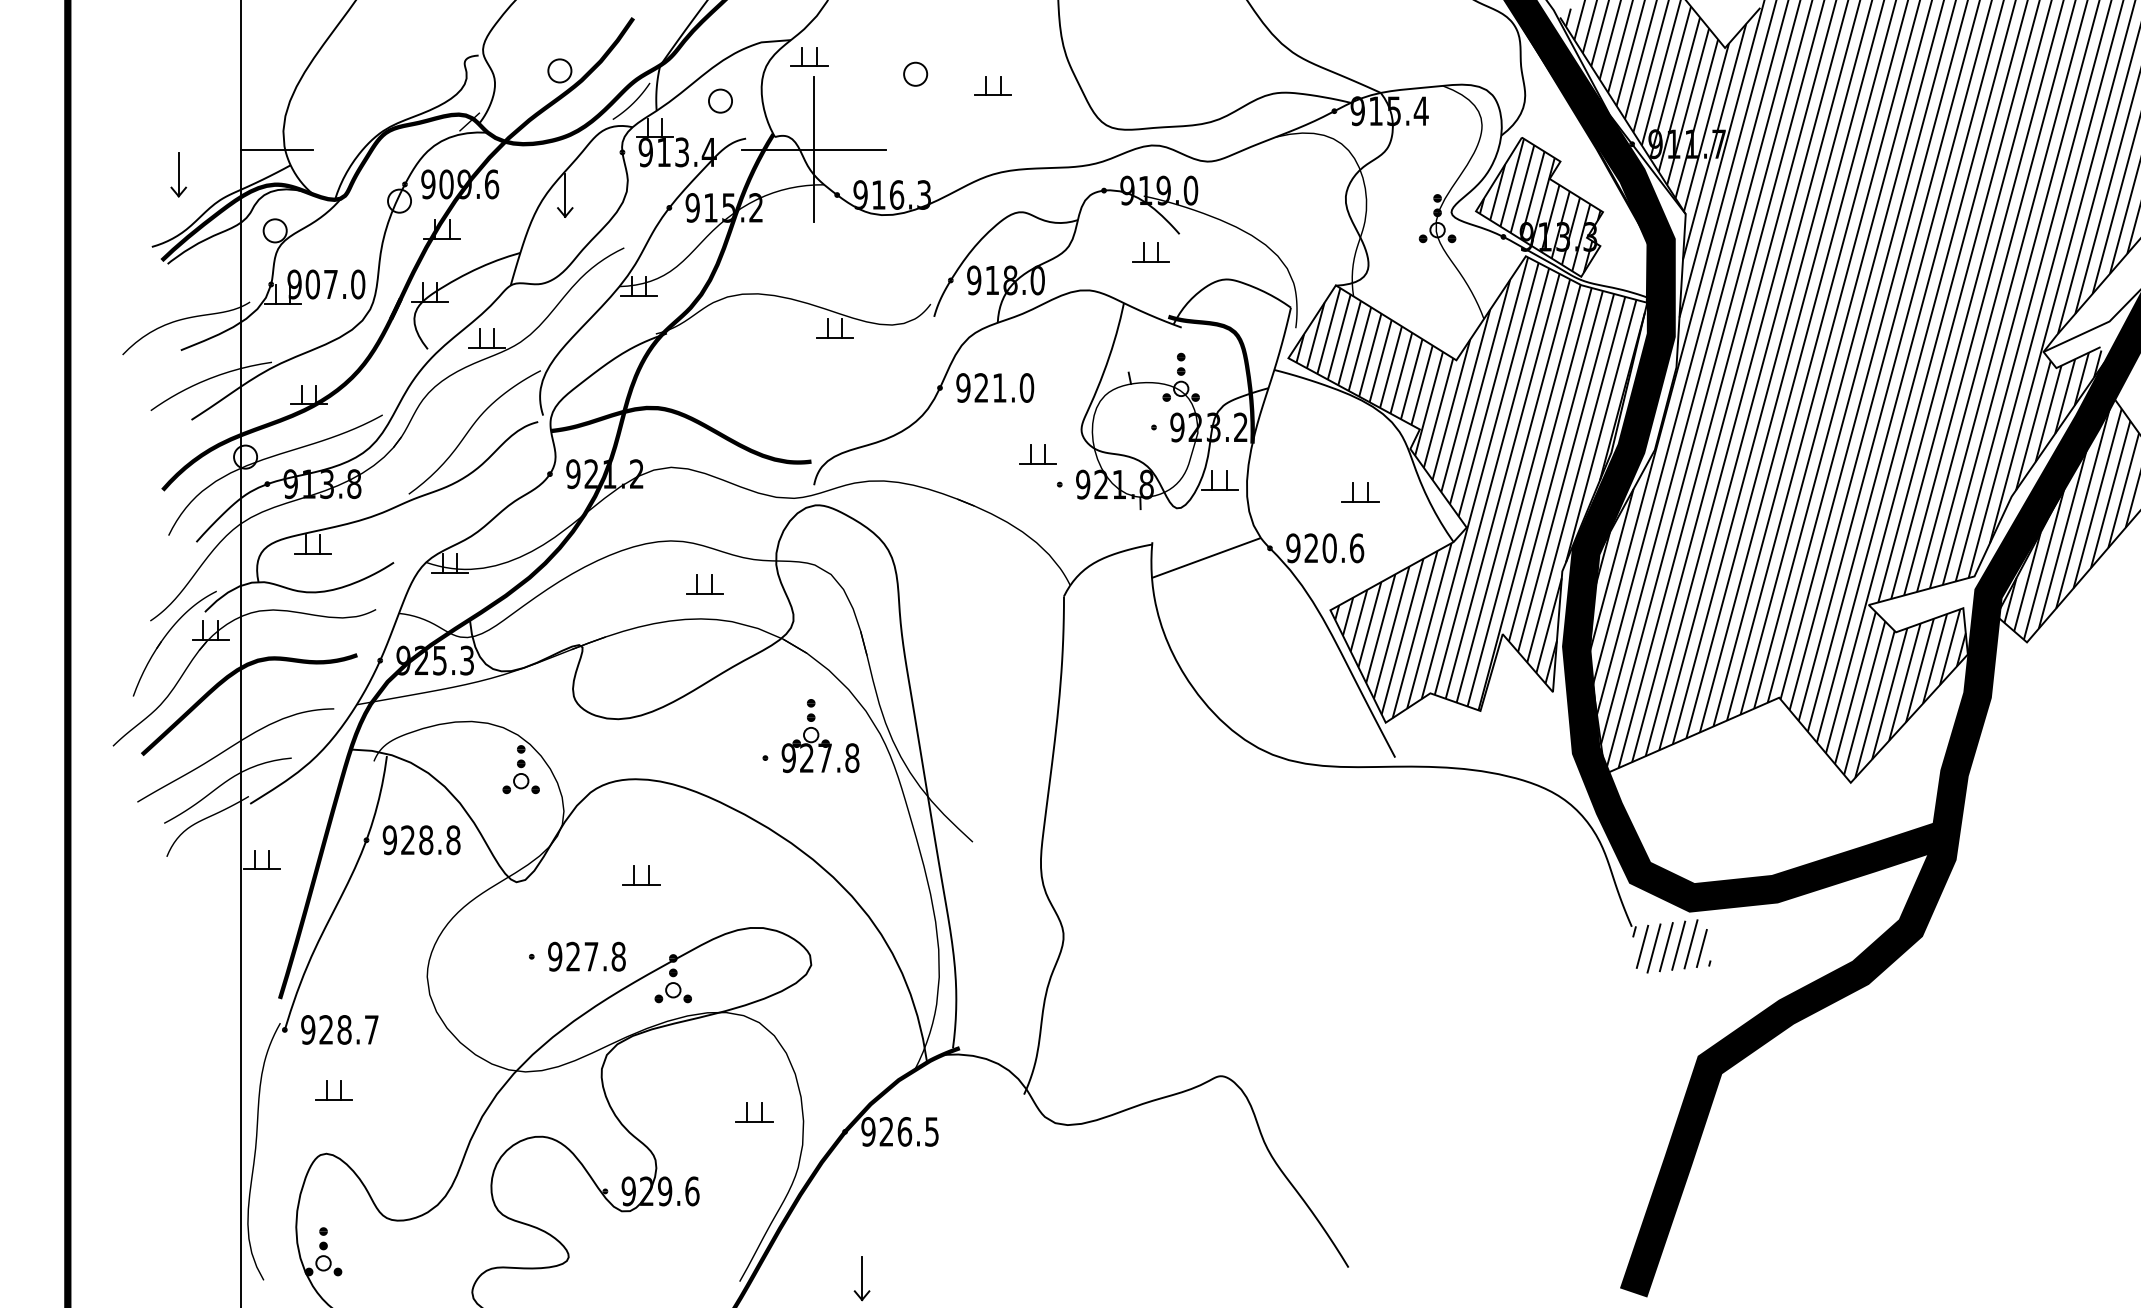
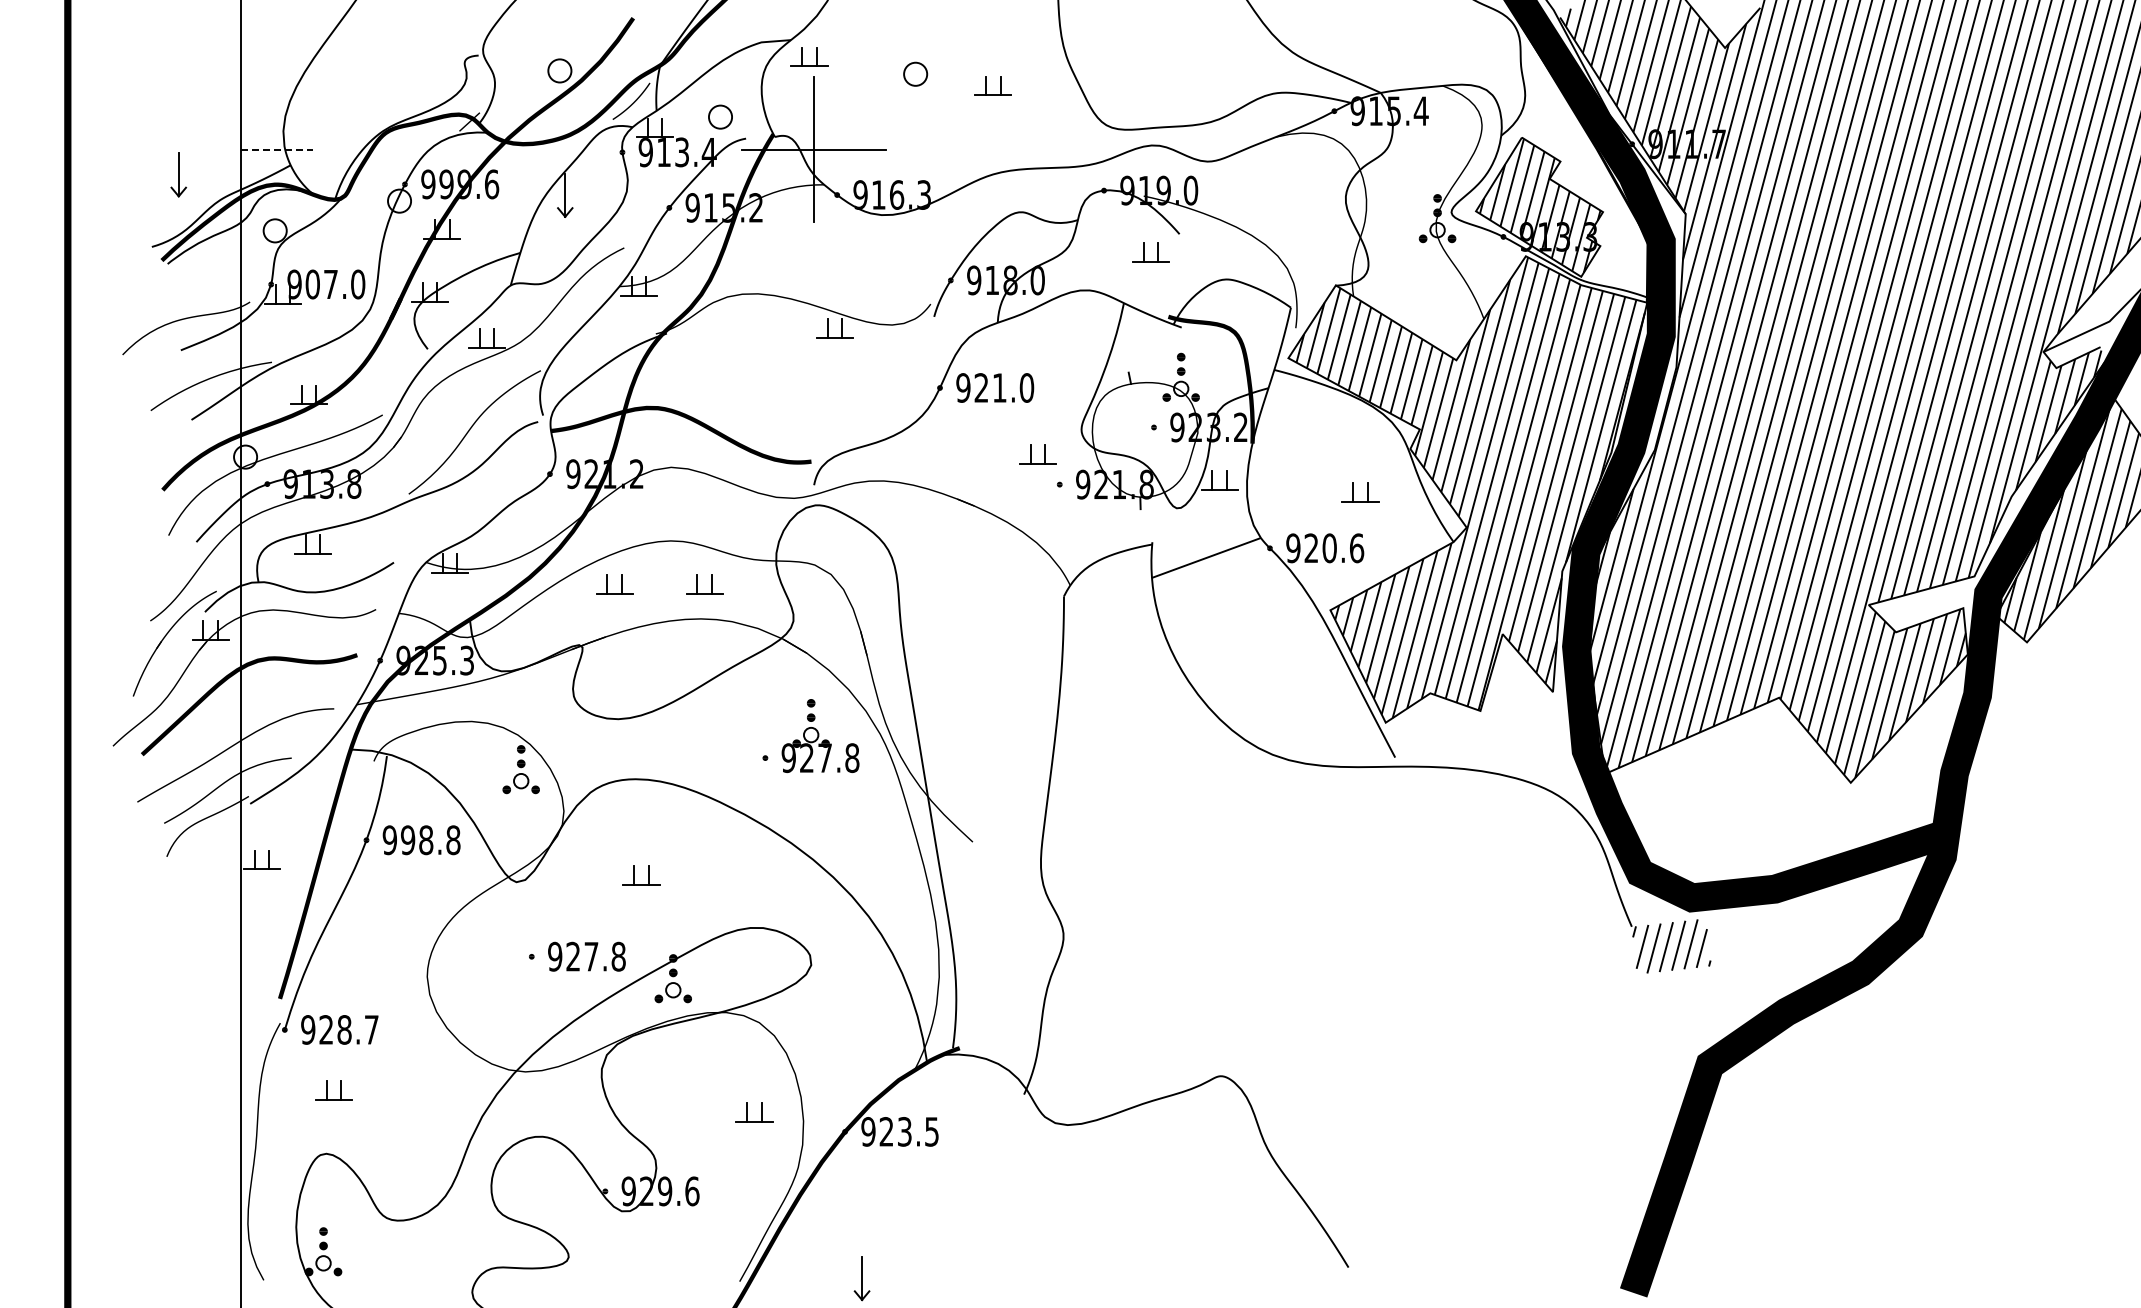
circle at (720, 100) position: (720, 100) -> (720, 116)
line at (277, 149): solid -> dashed
text at (446, 184): 909.6 -> 999.6
part at (607, 584): none -> present
text at (408, 840): 928.8 -> 998.8
text at (904, 1131): 926.5 -> 923.5
